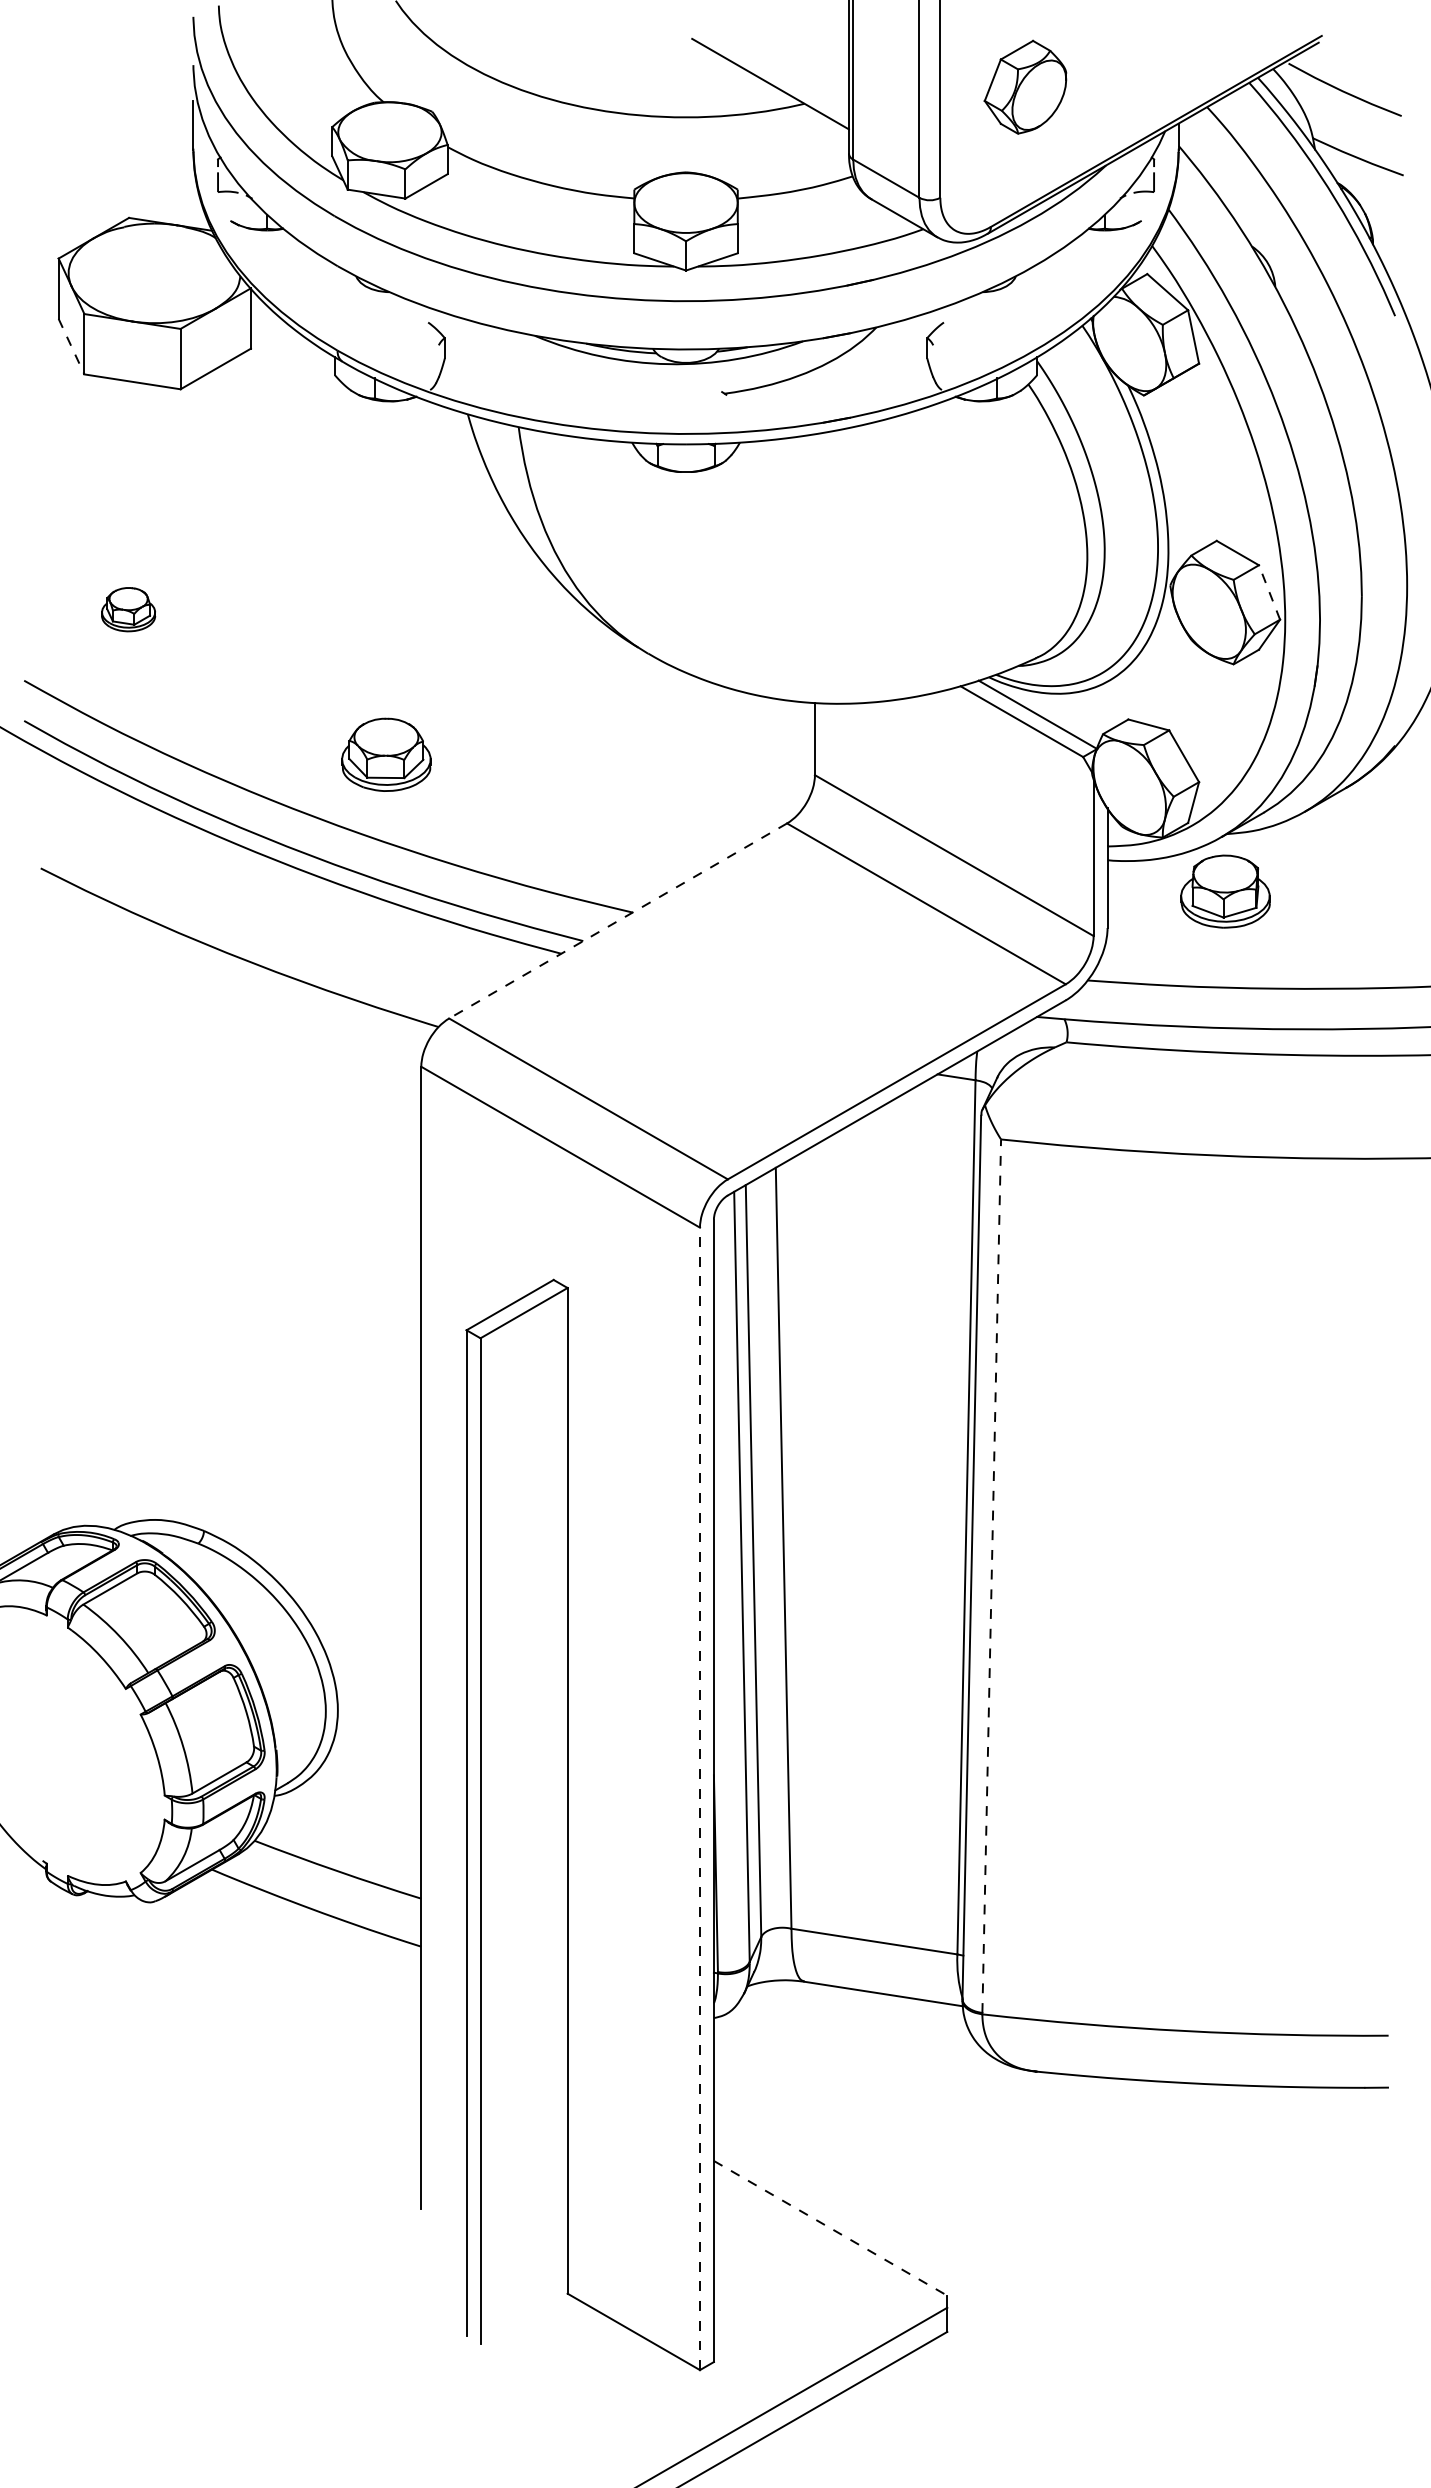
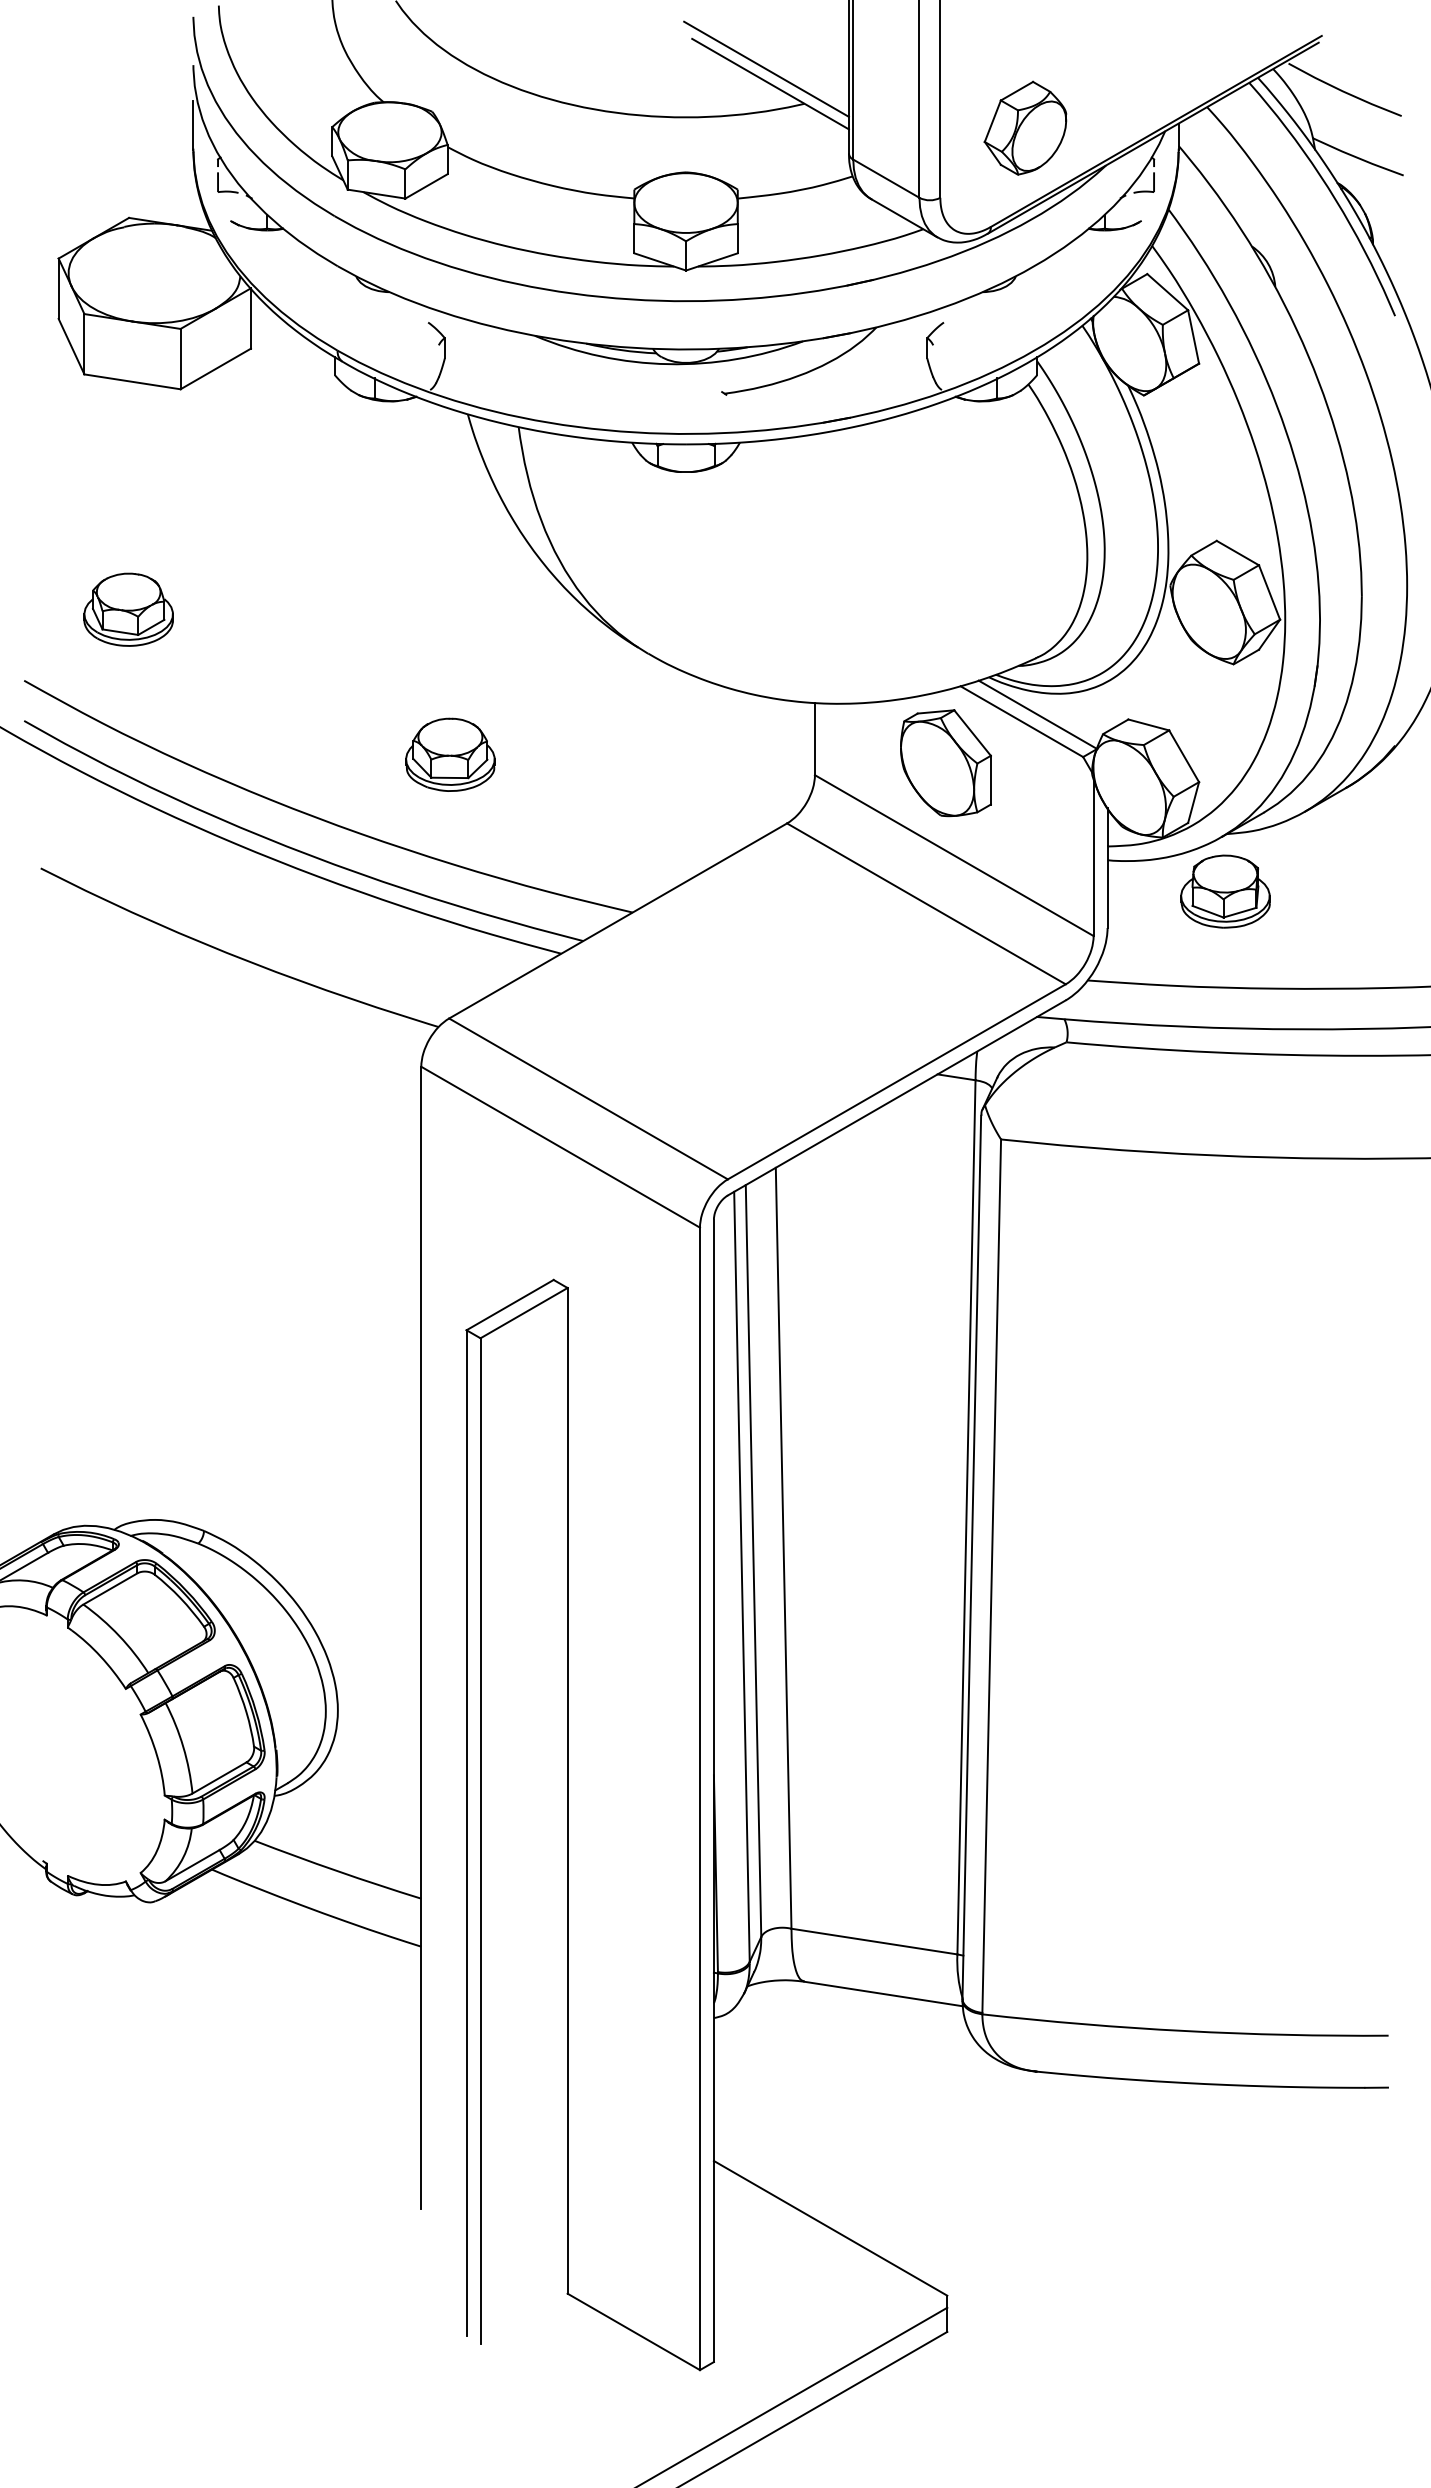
line at (766, 68): none -> present
part at (1025, 86) position: (1025, 86) -> (1025, 127)
line at (71, 346): dashed -> solid
line at (1269, 592): dashed -> solid
part at (128, 609) size: 56x46 px -> 91x75 px
part at (386, 754) position: (386, 754) -> (450, 754)
part at (945, 763): none -> present
line at (617, 921): dashed -> solid
line at (991, 1576): dashed -> solid
line at (699, 1798): dashed -> solid
line at (830, 2228): dashed -> solid
